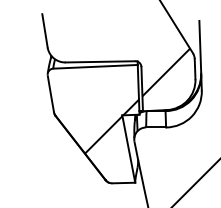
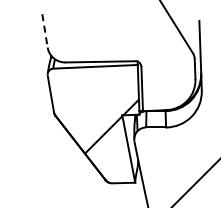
line at (44, 30): solid -> dashed
hatch at (166, 72): present -> none
